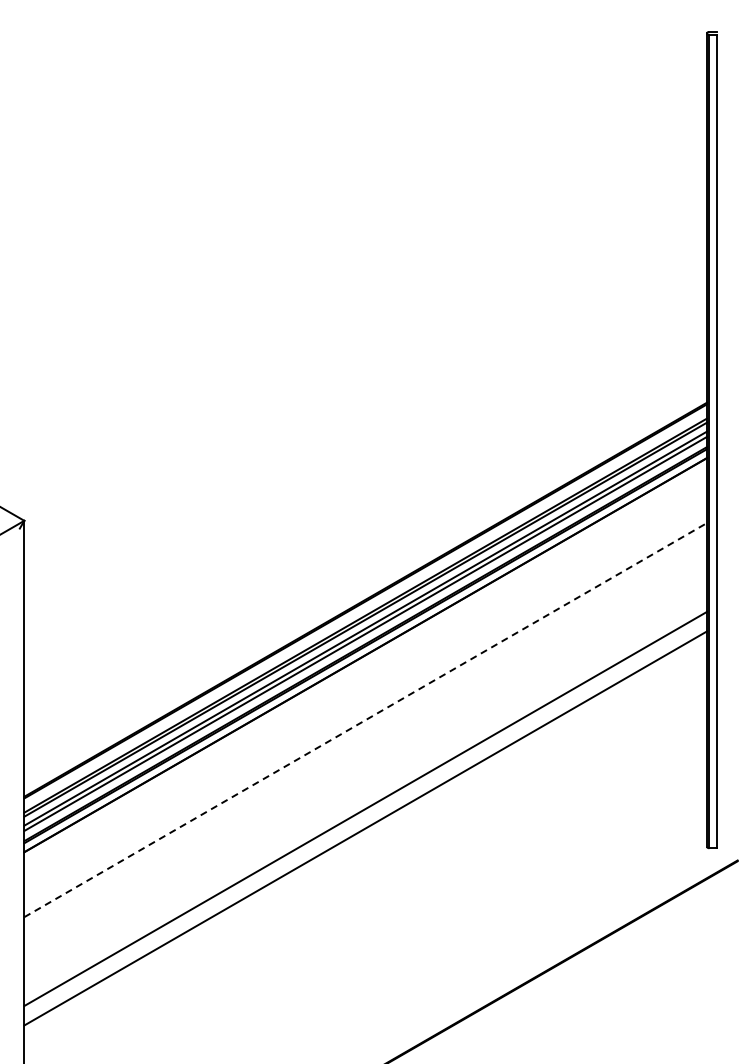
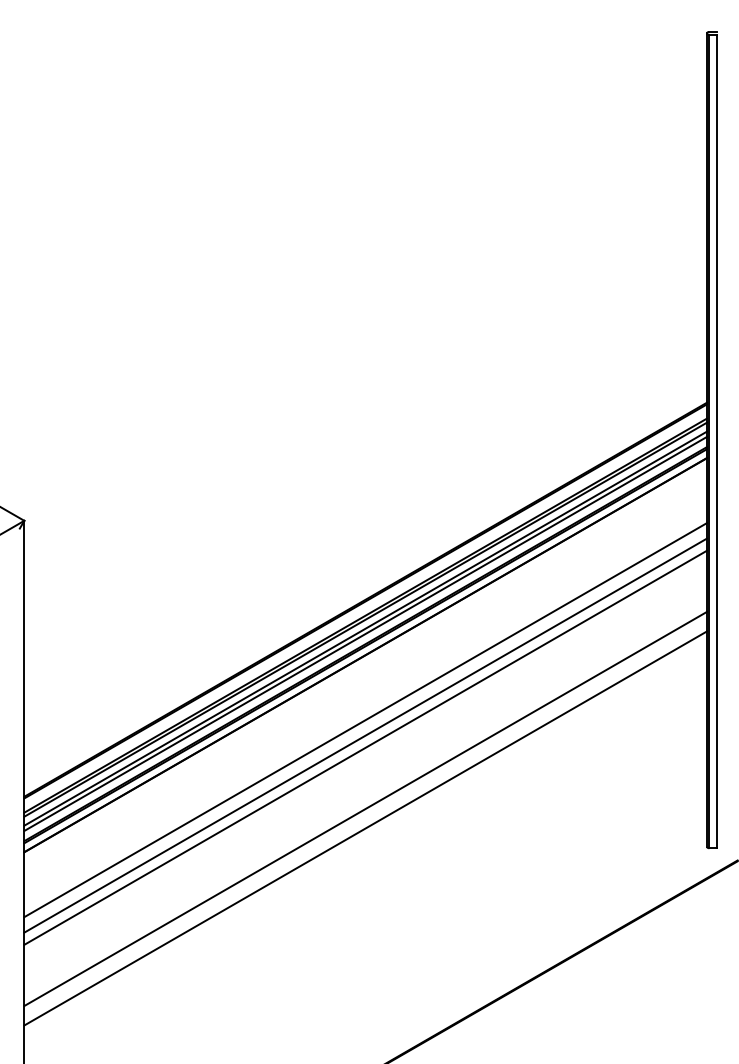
line at (366, 719): dashed -> solid
line at (365, 735): none -> present
line at (365, 747): none -> present
